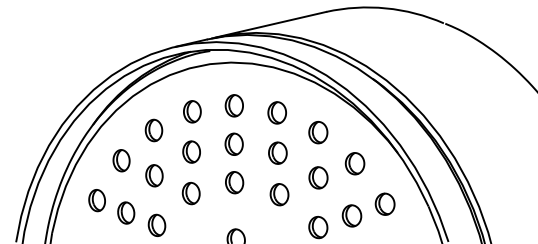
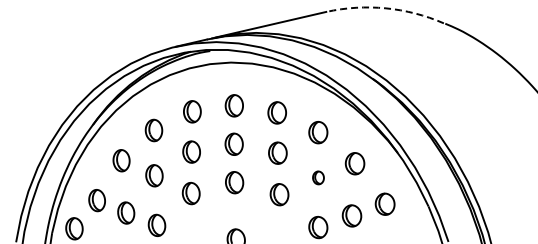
arc at (385, 8): solid -> dashed
part at (318, 177) size: 21x24 px -> 13x16 px
part at (74, 228): none -> present
